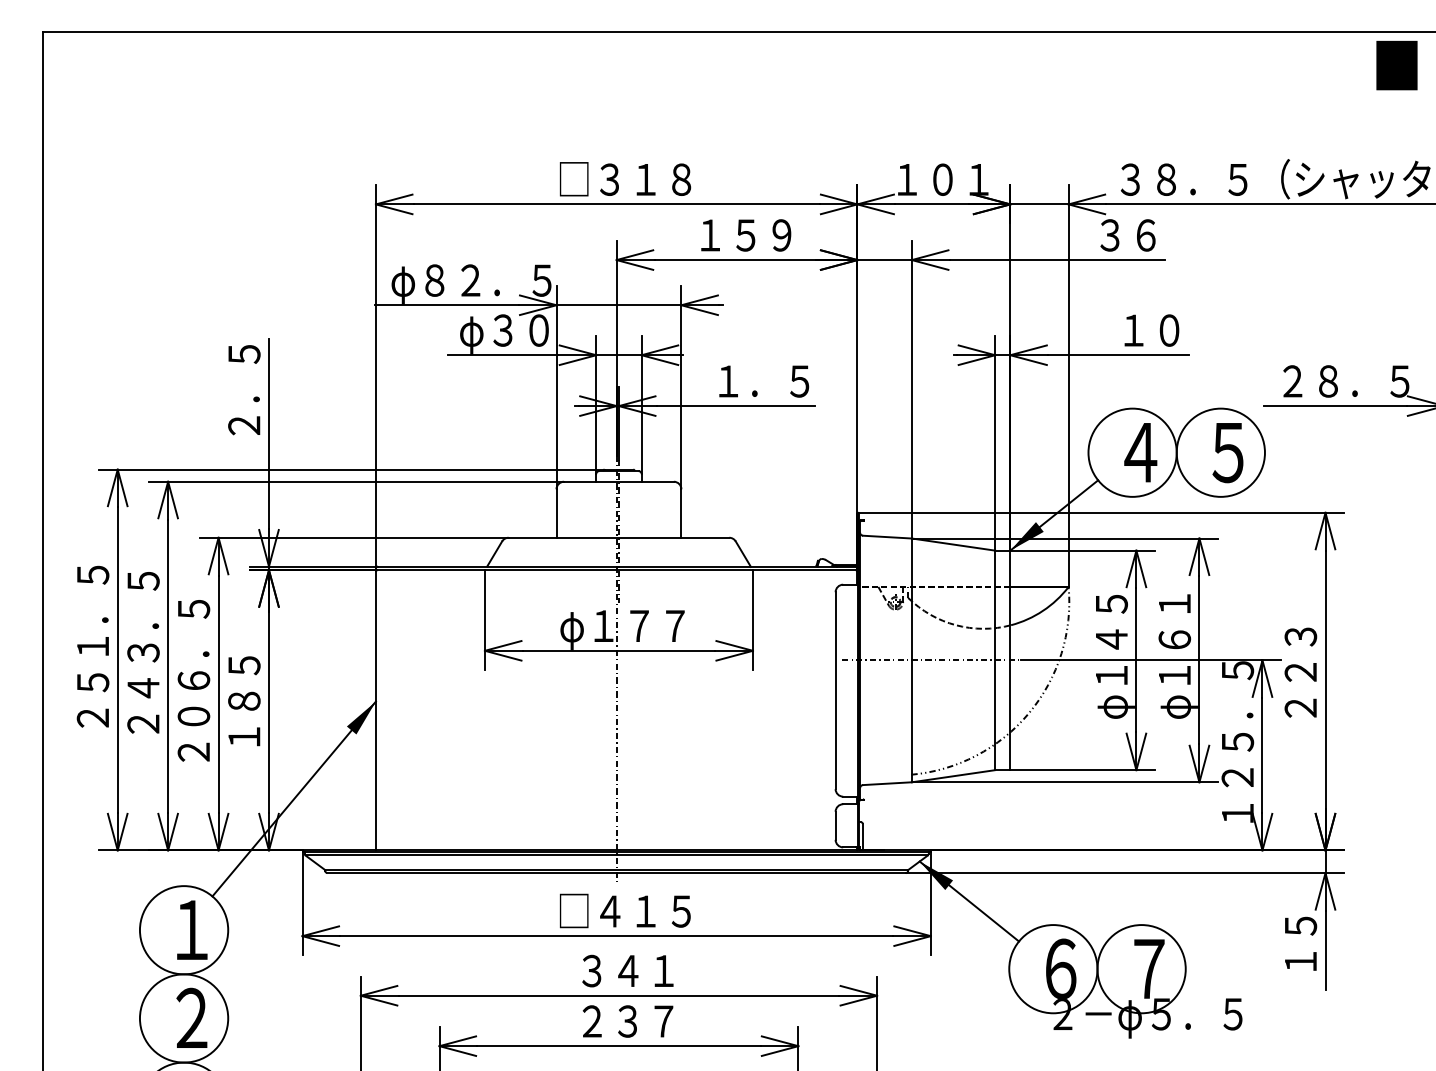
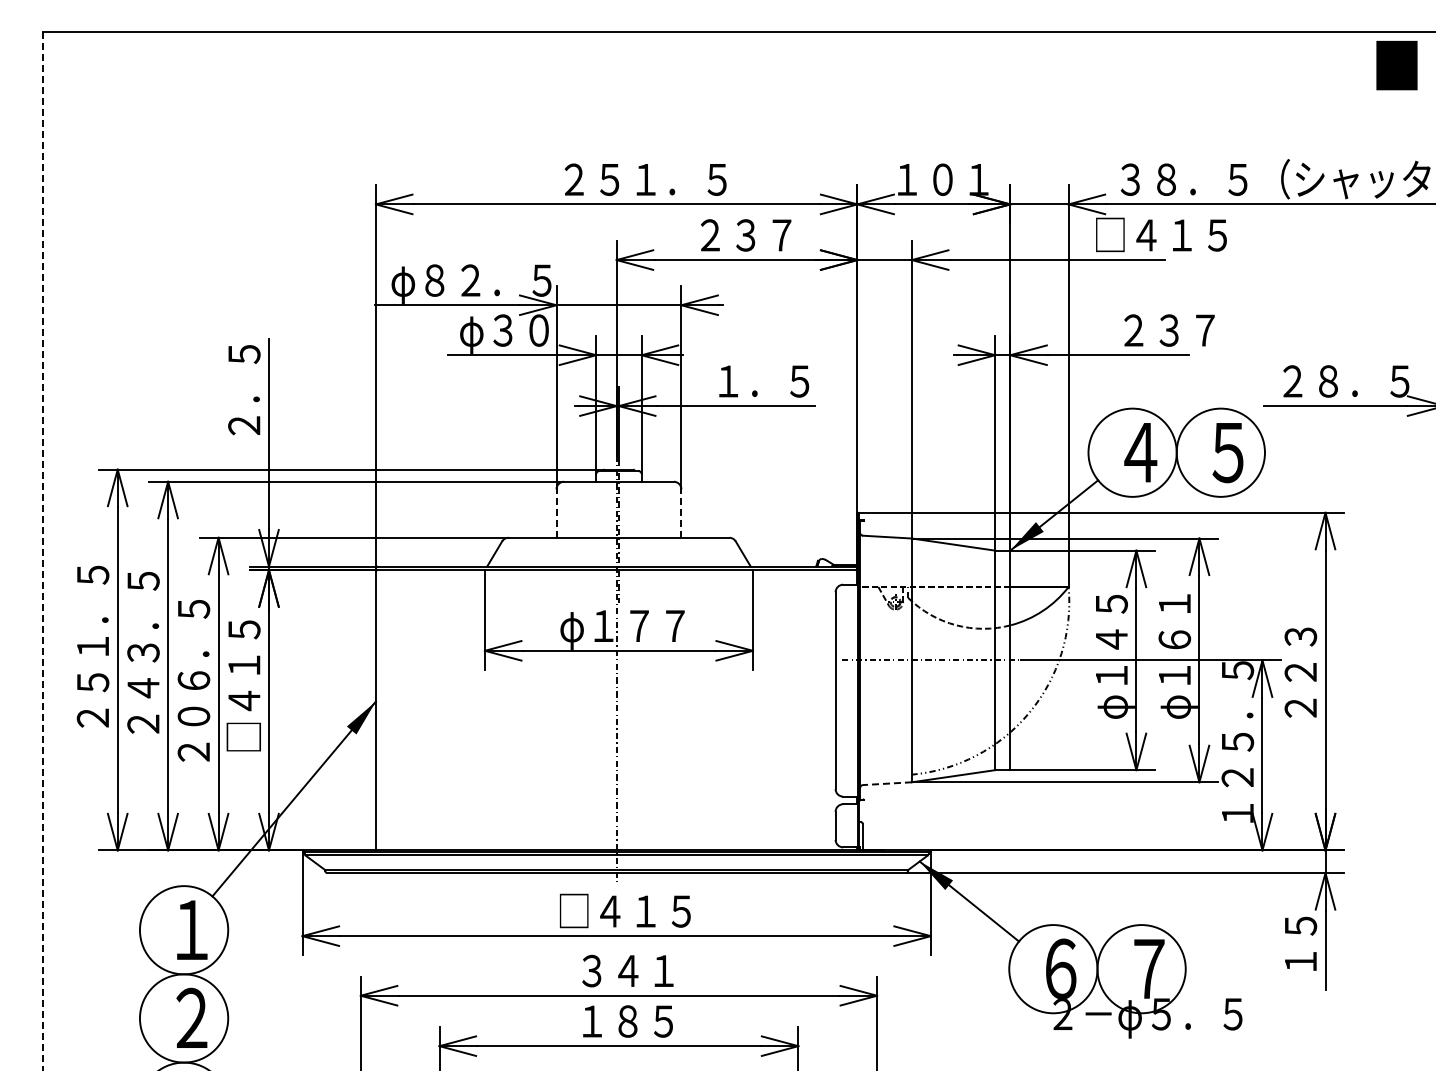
text at (642, 179): □３１８ -> ２５１．５
text at (1161, 234): ３６ -> □４１５
text at (745, 235): １５９ -> ２３７
text at (1169, 330): １０ -> ２３７
line at (556, 513): solid -> dashed
line at (681, 513): solid -> dashed
line at (43, 552): solid -> dashed
text at (243, 685): １８５ -> □４１５
line at (887, 783): solid -> dashed
text at (627, 1021): ２３７ -> １８５
